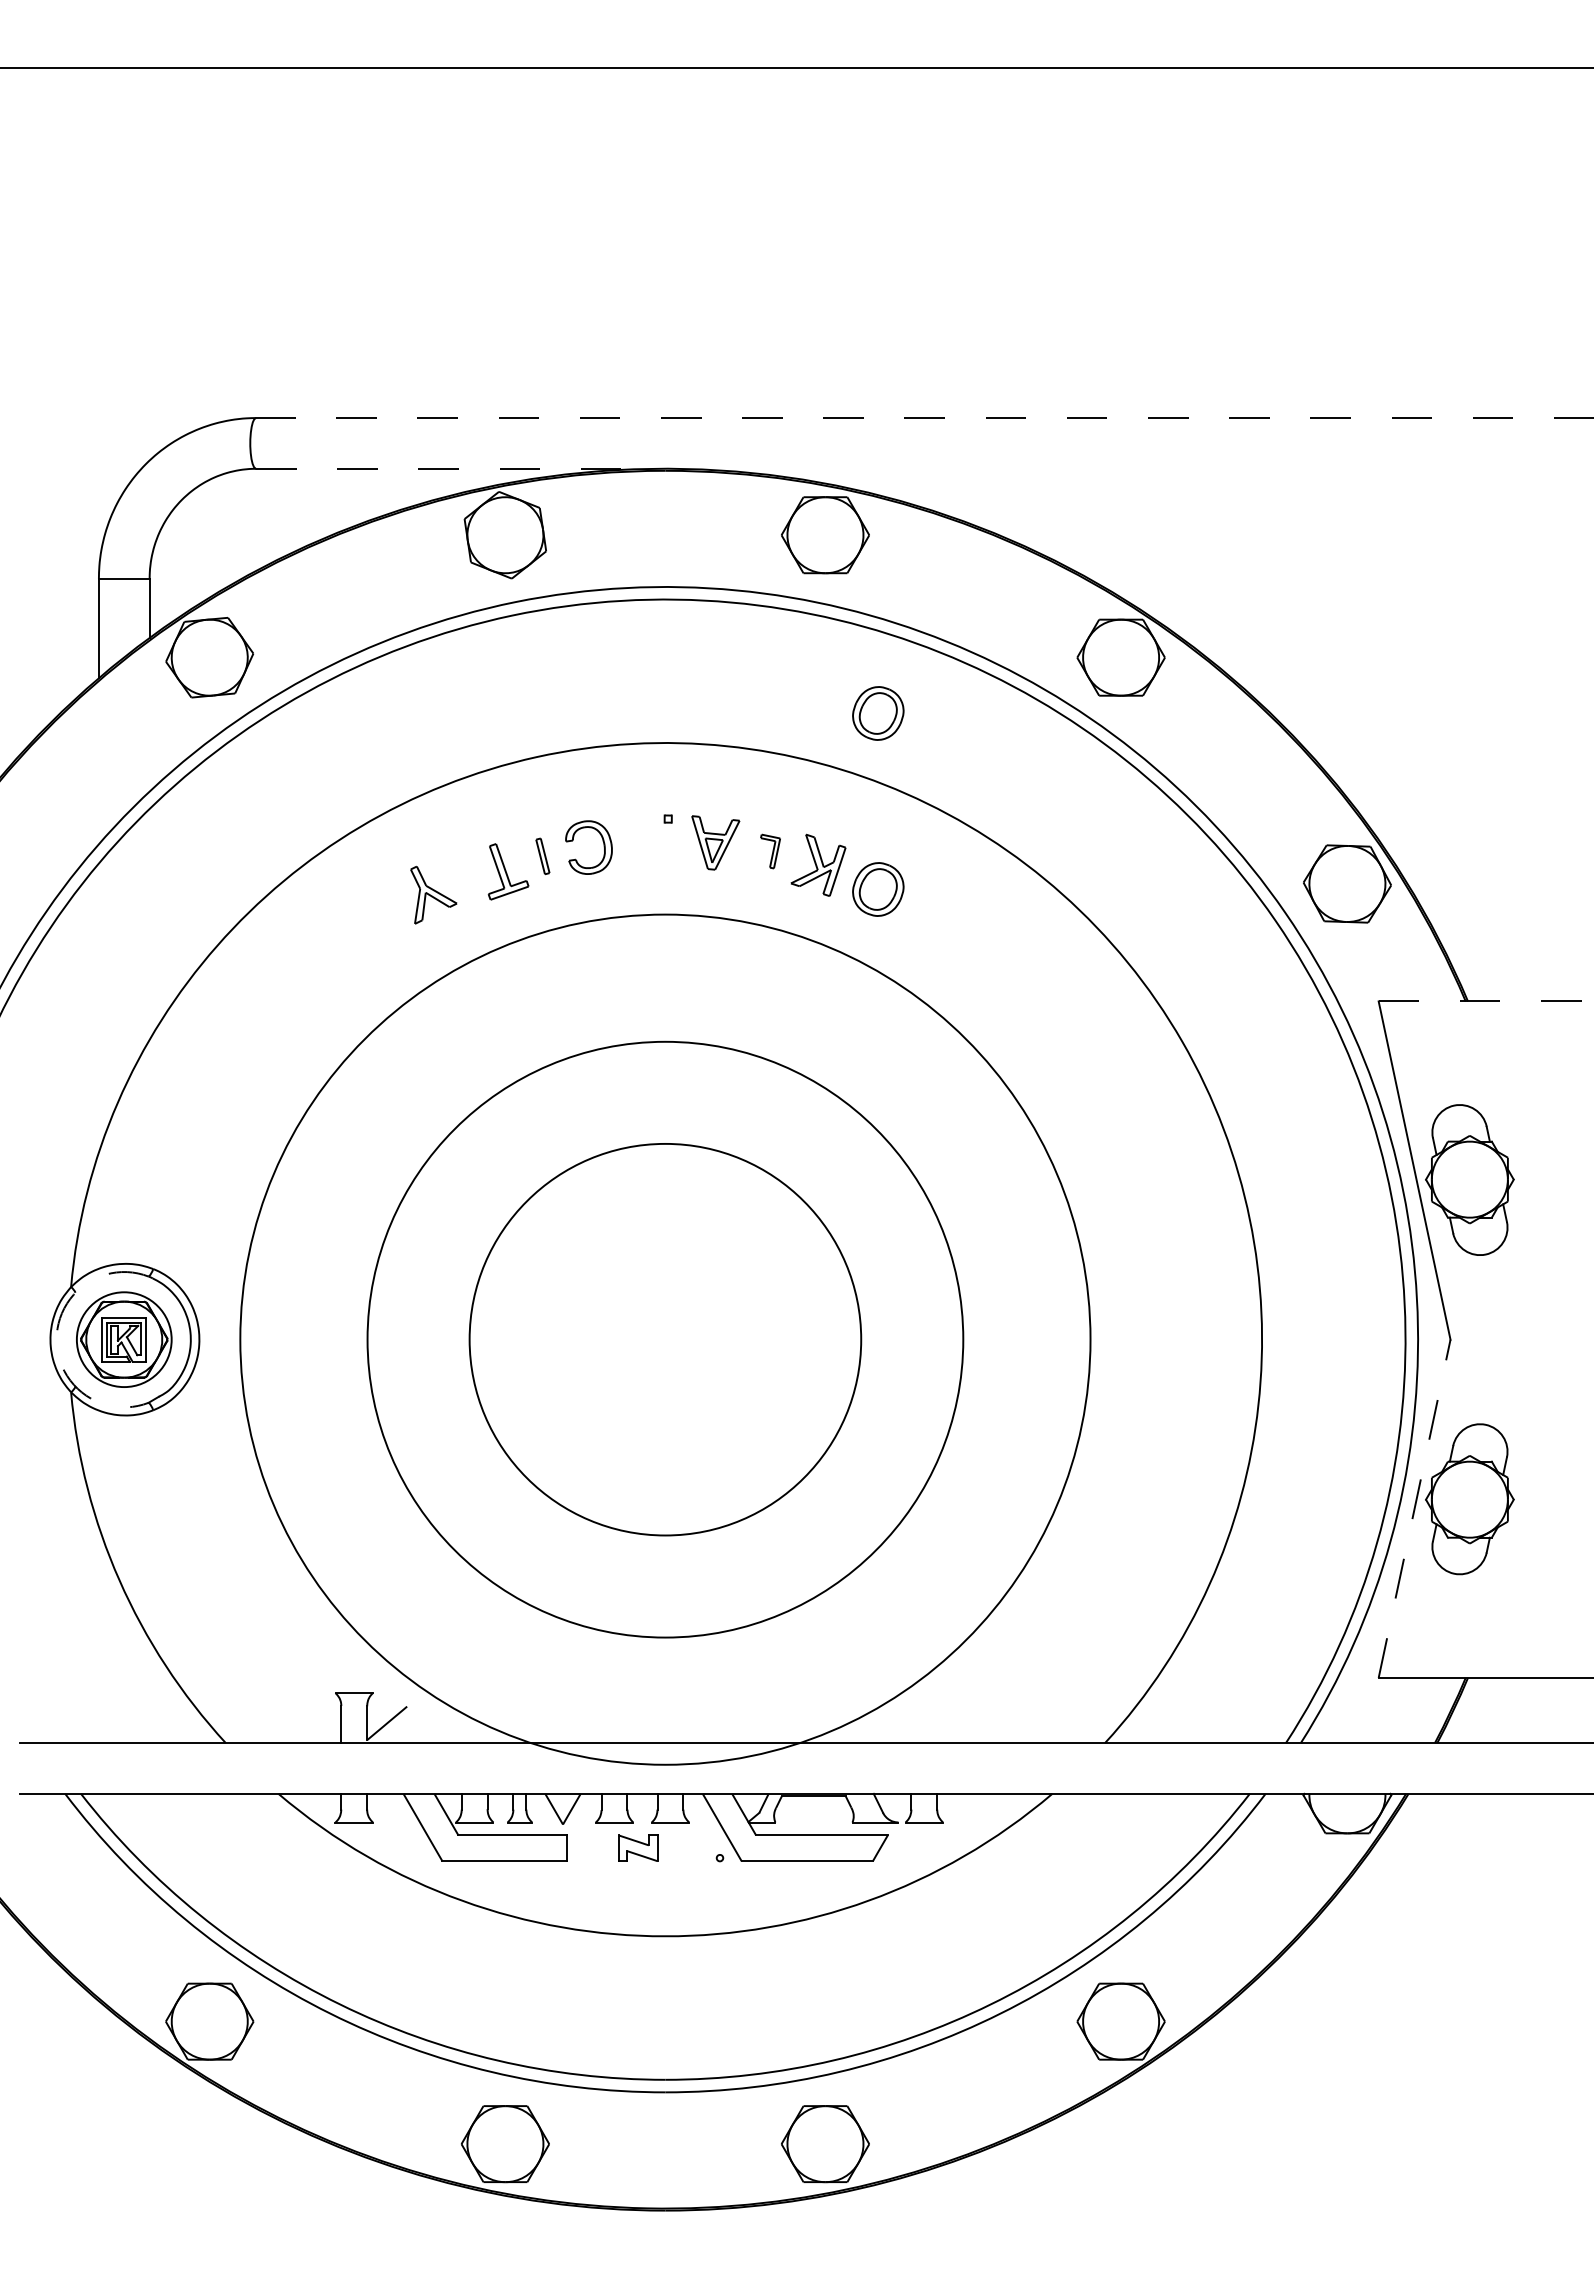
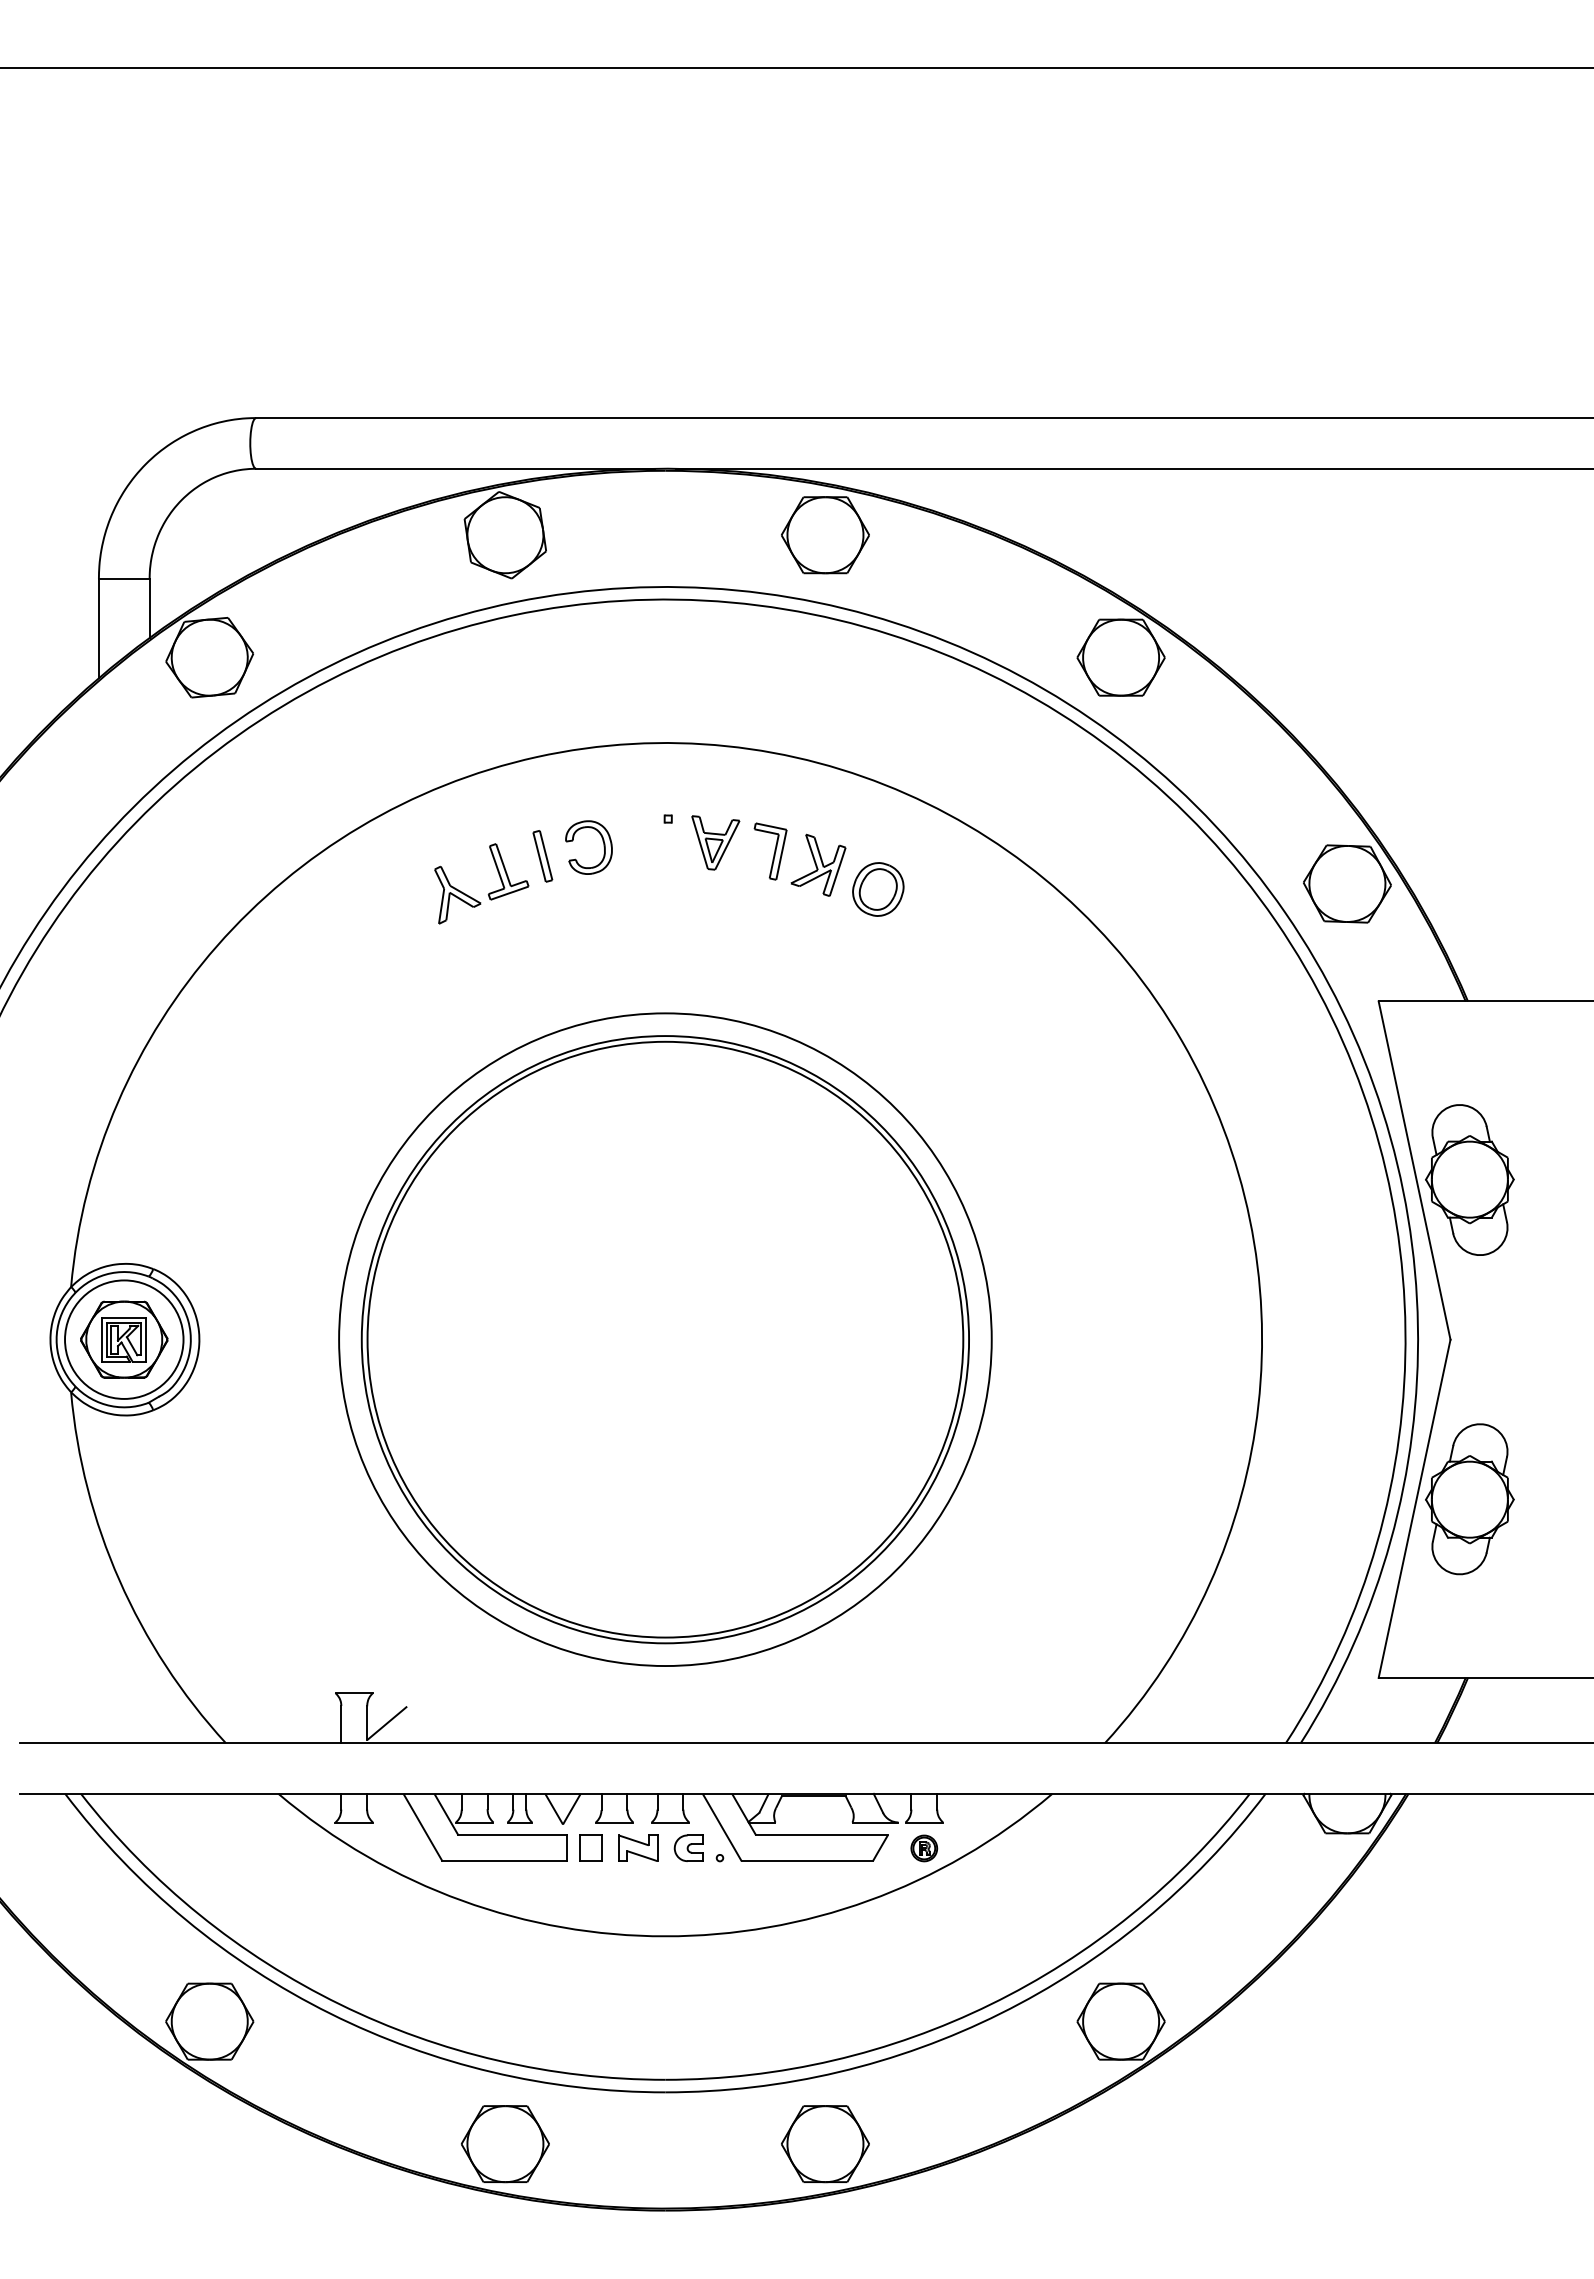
line at (925, 418): dashed -> solid
line at (455, 468): dashed -> solid
line at (1133, 468): none -> present
part at (878, 713): present -> none
part at (770, 851) size: 21x37 px -> 35x59 px
part at (542, 856) size: 16x39 px -> 22x53 px
part at (433, 894) position: (433, 894) -> (457, 894)
line at (1486, 1001): dashed -> solid
arc at (56, 1339): dashed -> solid
circle at (123, 1339) diameter: 95 px -> 119 px
circle at (665, 1339) diameter: 392 px -> 653 px
circle at (665, 1339) diameter: 850 px -> 607 px
line at (1414, 1508): dashed -> solid
part at (590, 1847): none -> present
part at (688, 1847): none -> present
part at (924, 1848): none -> present
